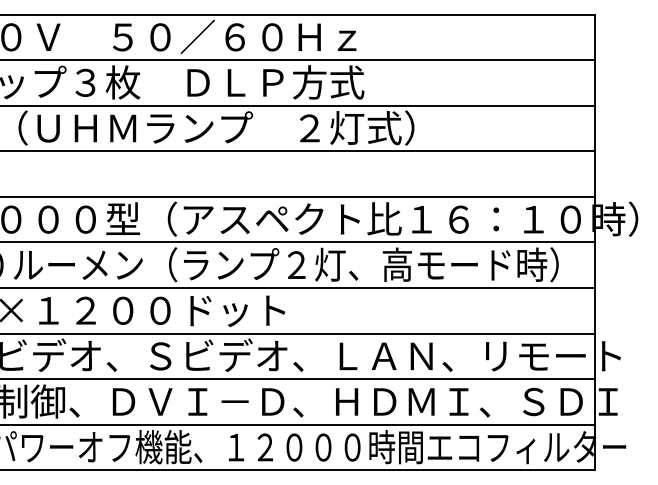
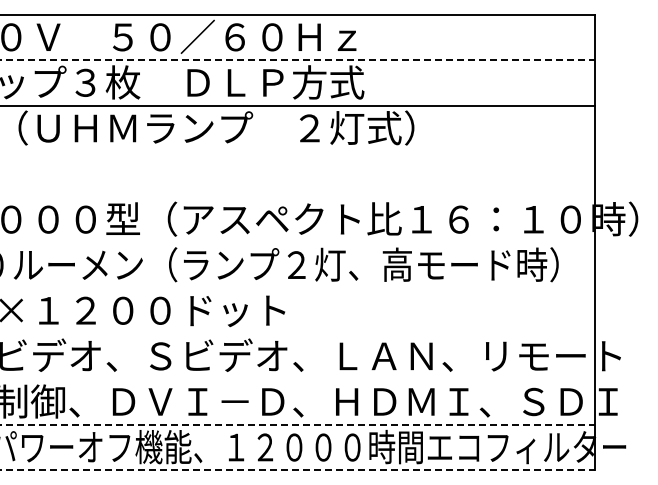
line at (298, 60): solid -> dashed
line at (298, 151): present -> none
line at (298, 196): present -> none
line at (298, 242): present -> none
line at (298, 288): present -> none
line at (298, 333): present -> none
line at (298, 379): present -> none
line at (298, 424): solid -> dashed
line at (298, 470): solid -> dashed
